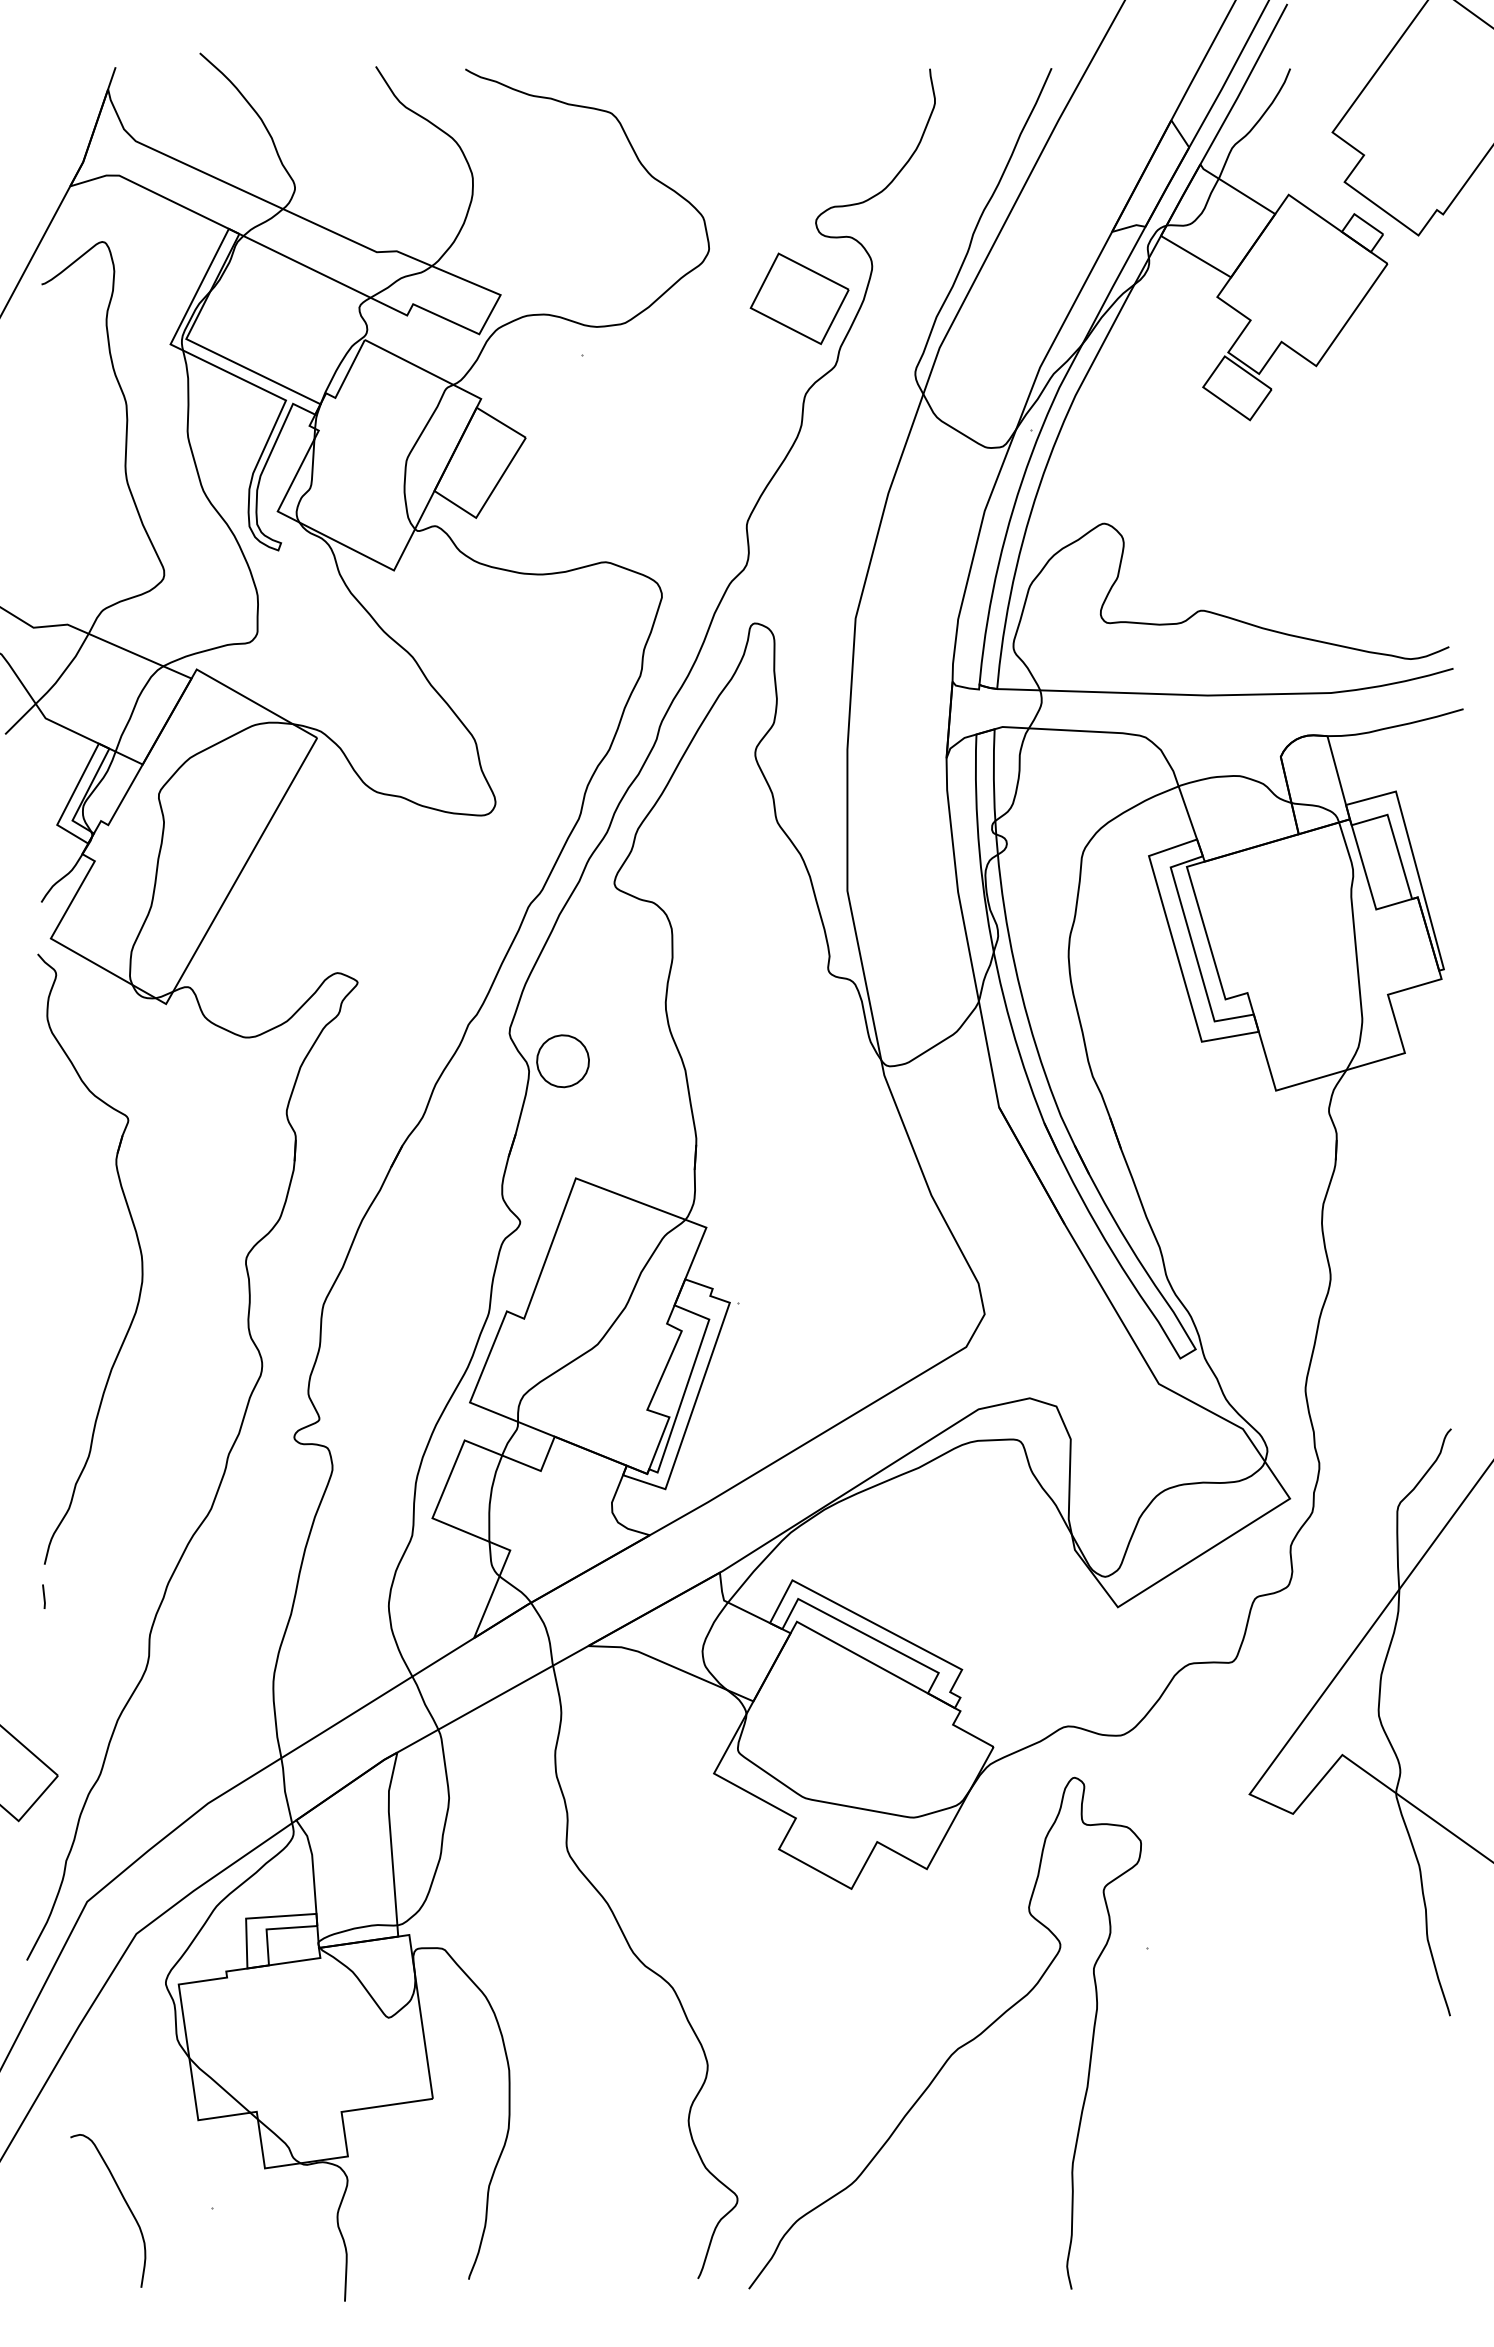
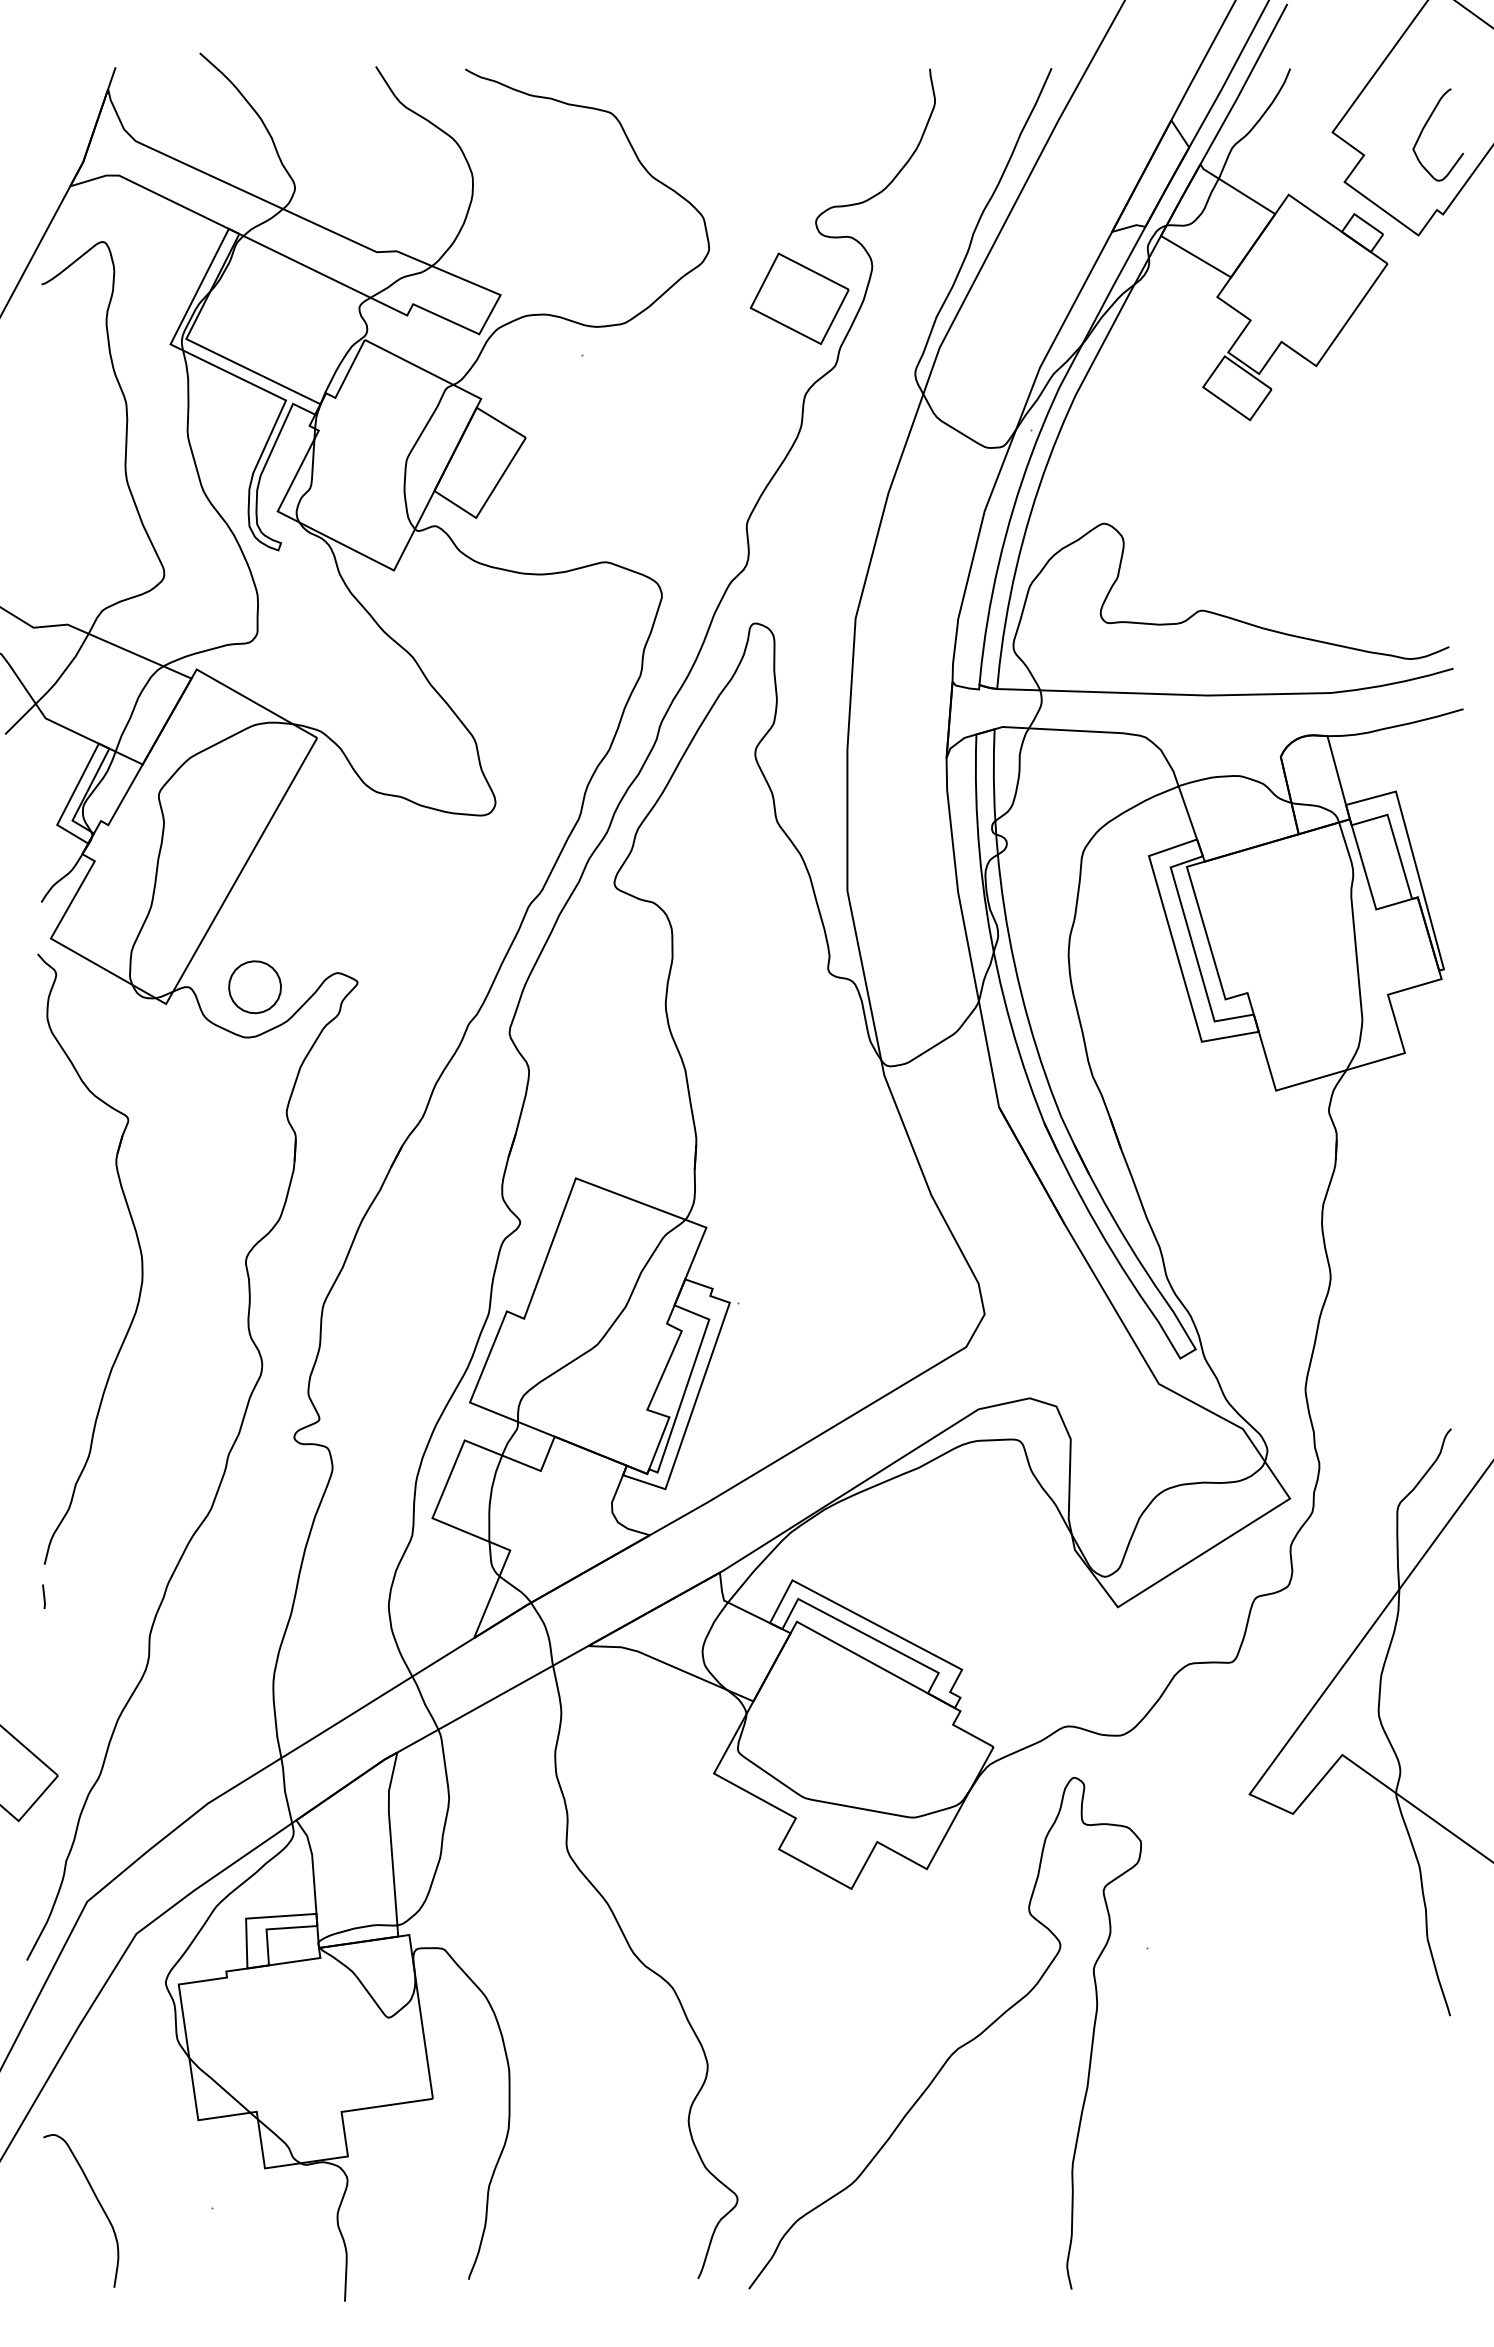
curve at (1426, 125): none -> present
part at (562, 1061) position: (562, 1061) -> (254, 987)
curve at (124, 2201) position: (124, 2201) -> (97, 2201)
